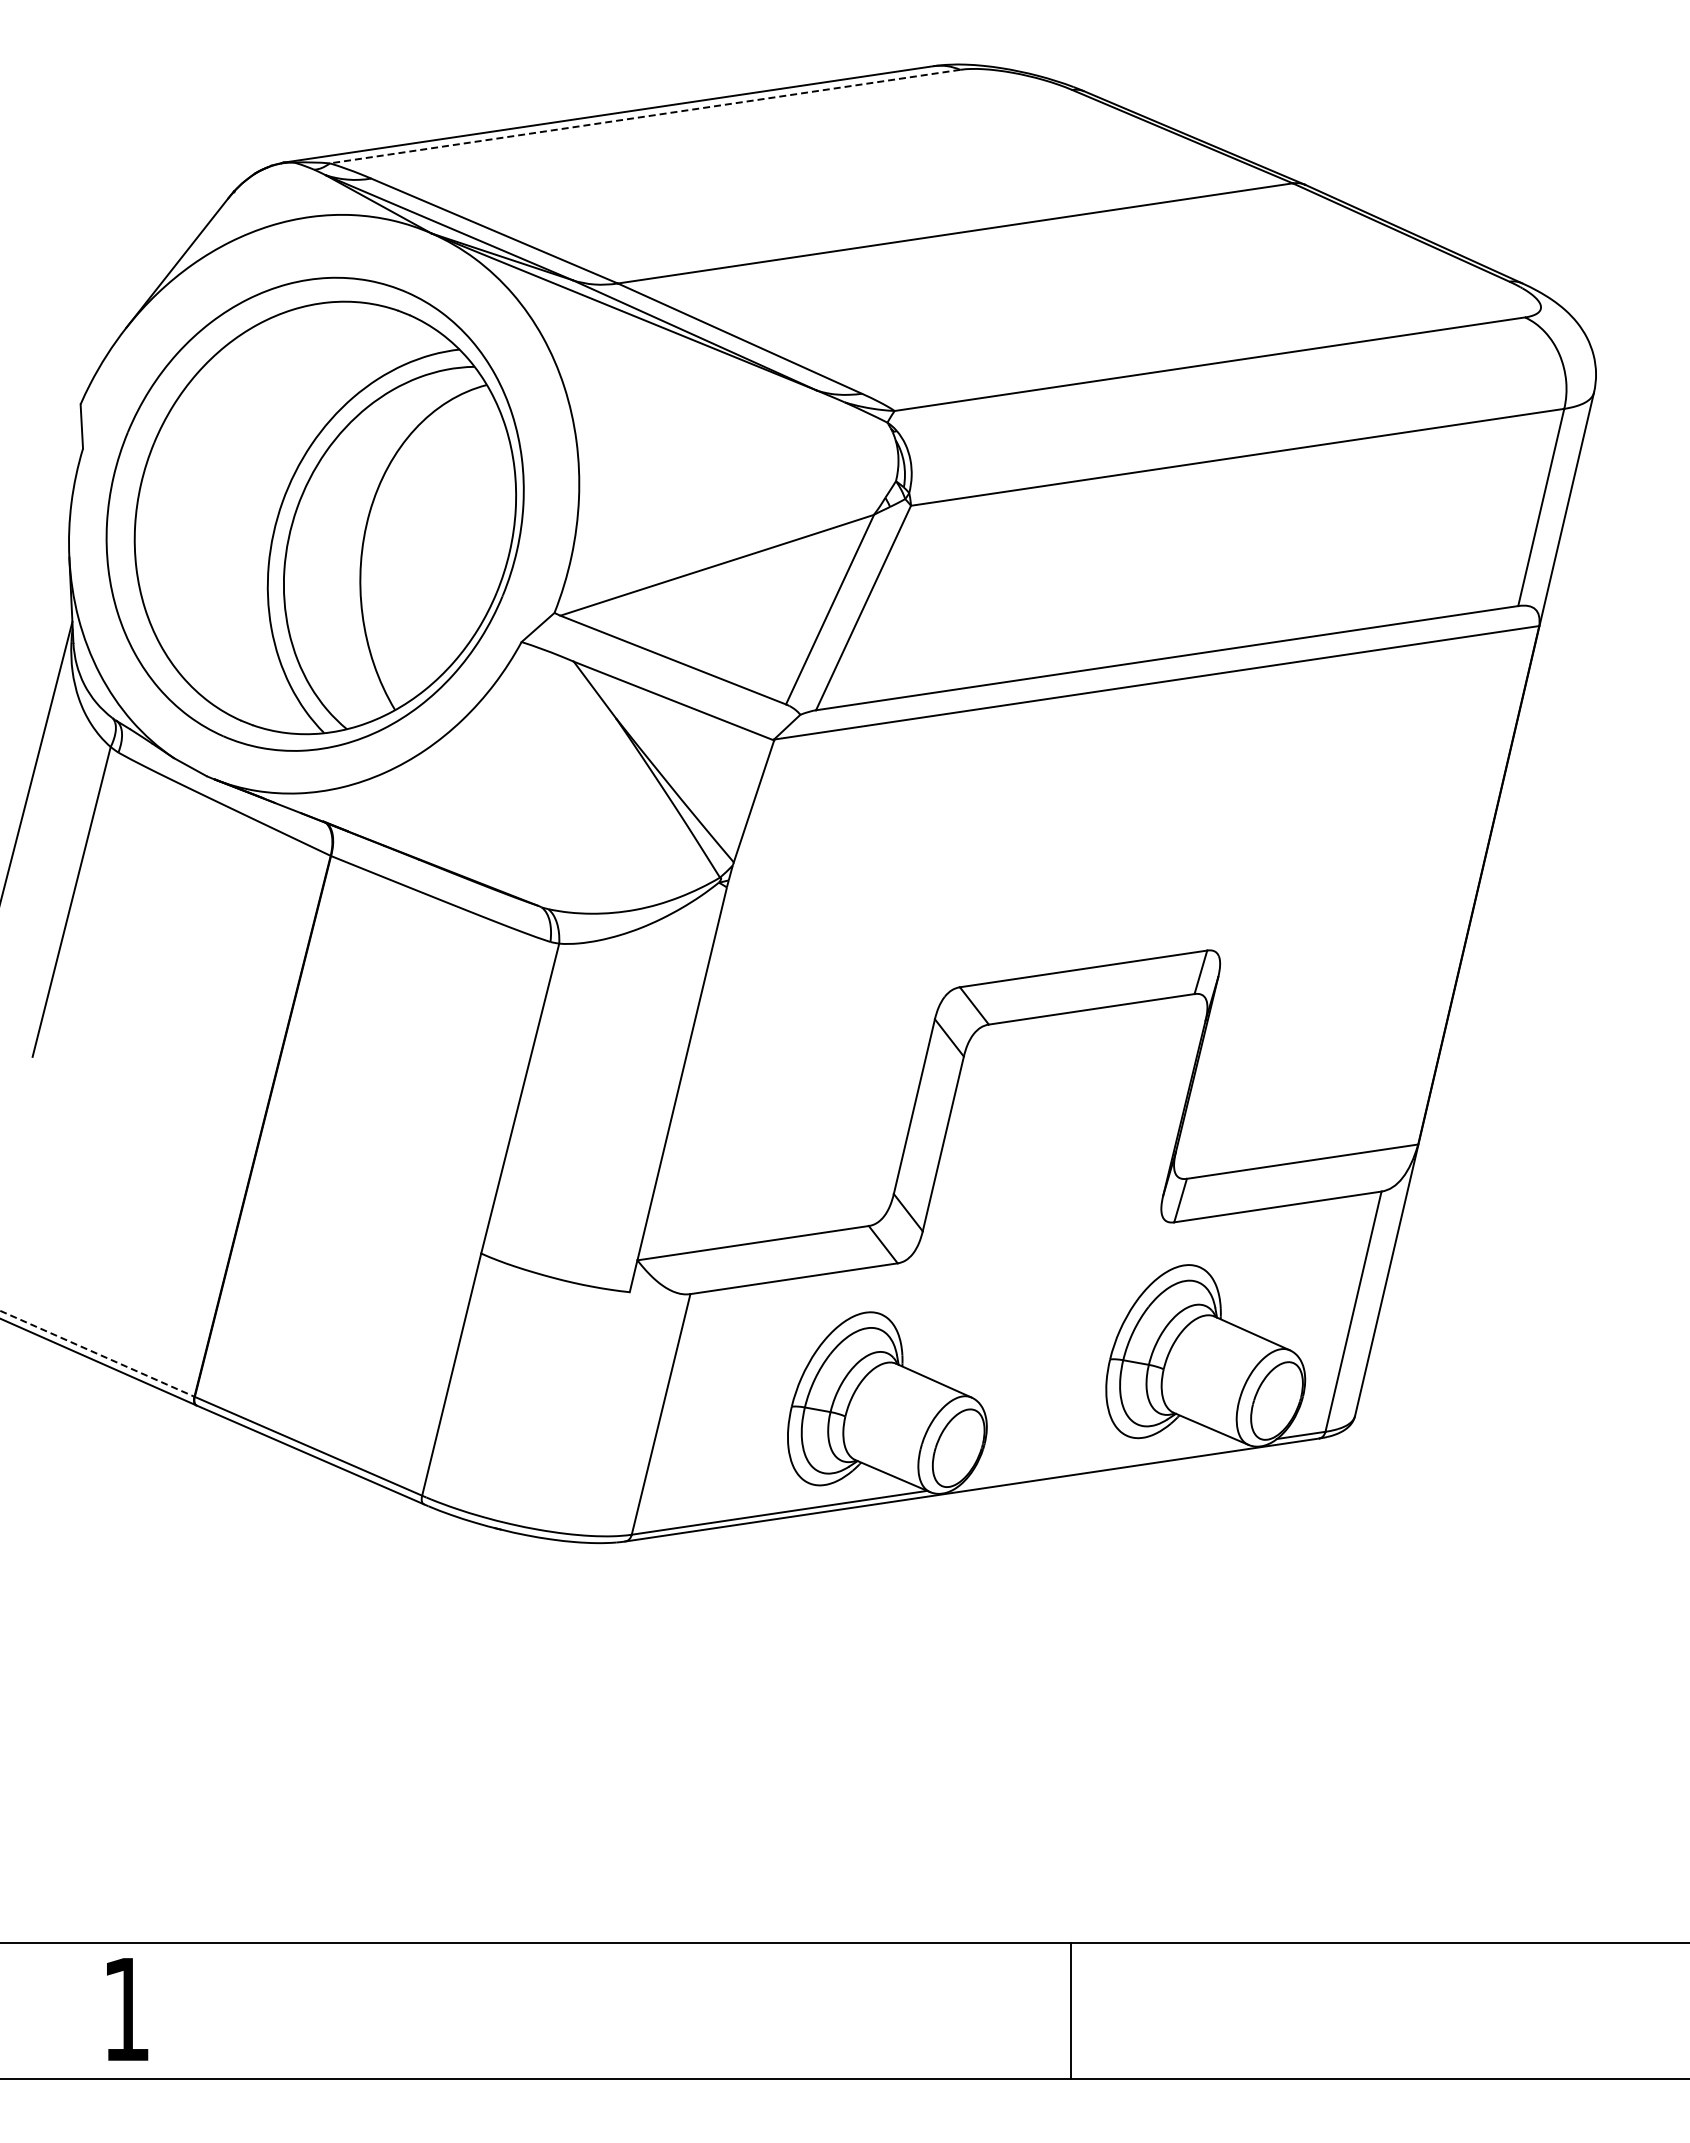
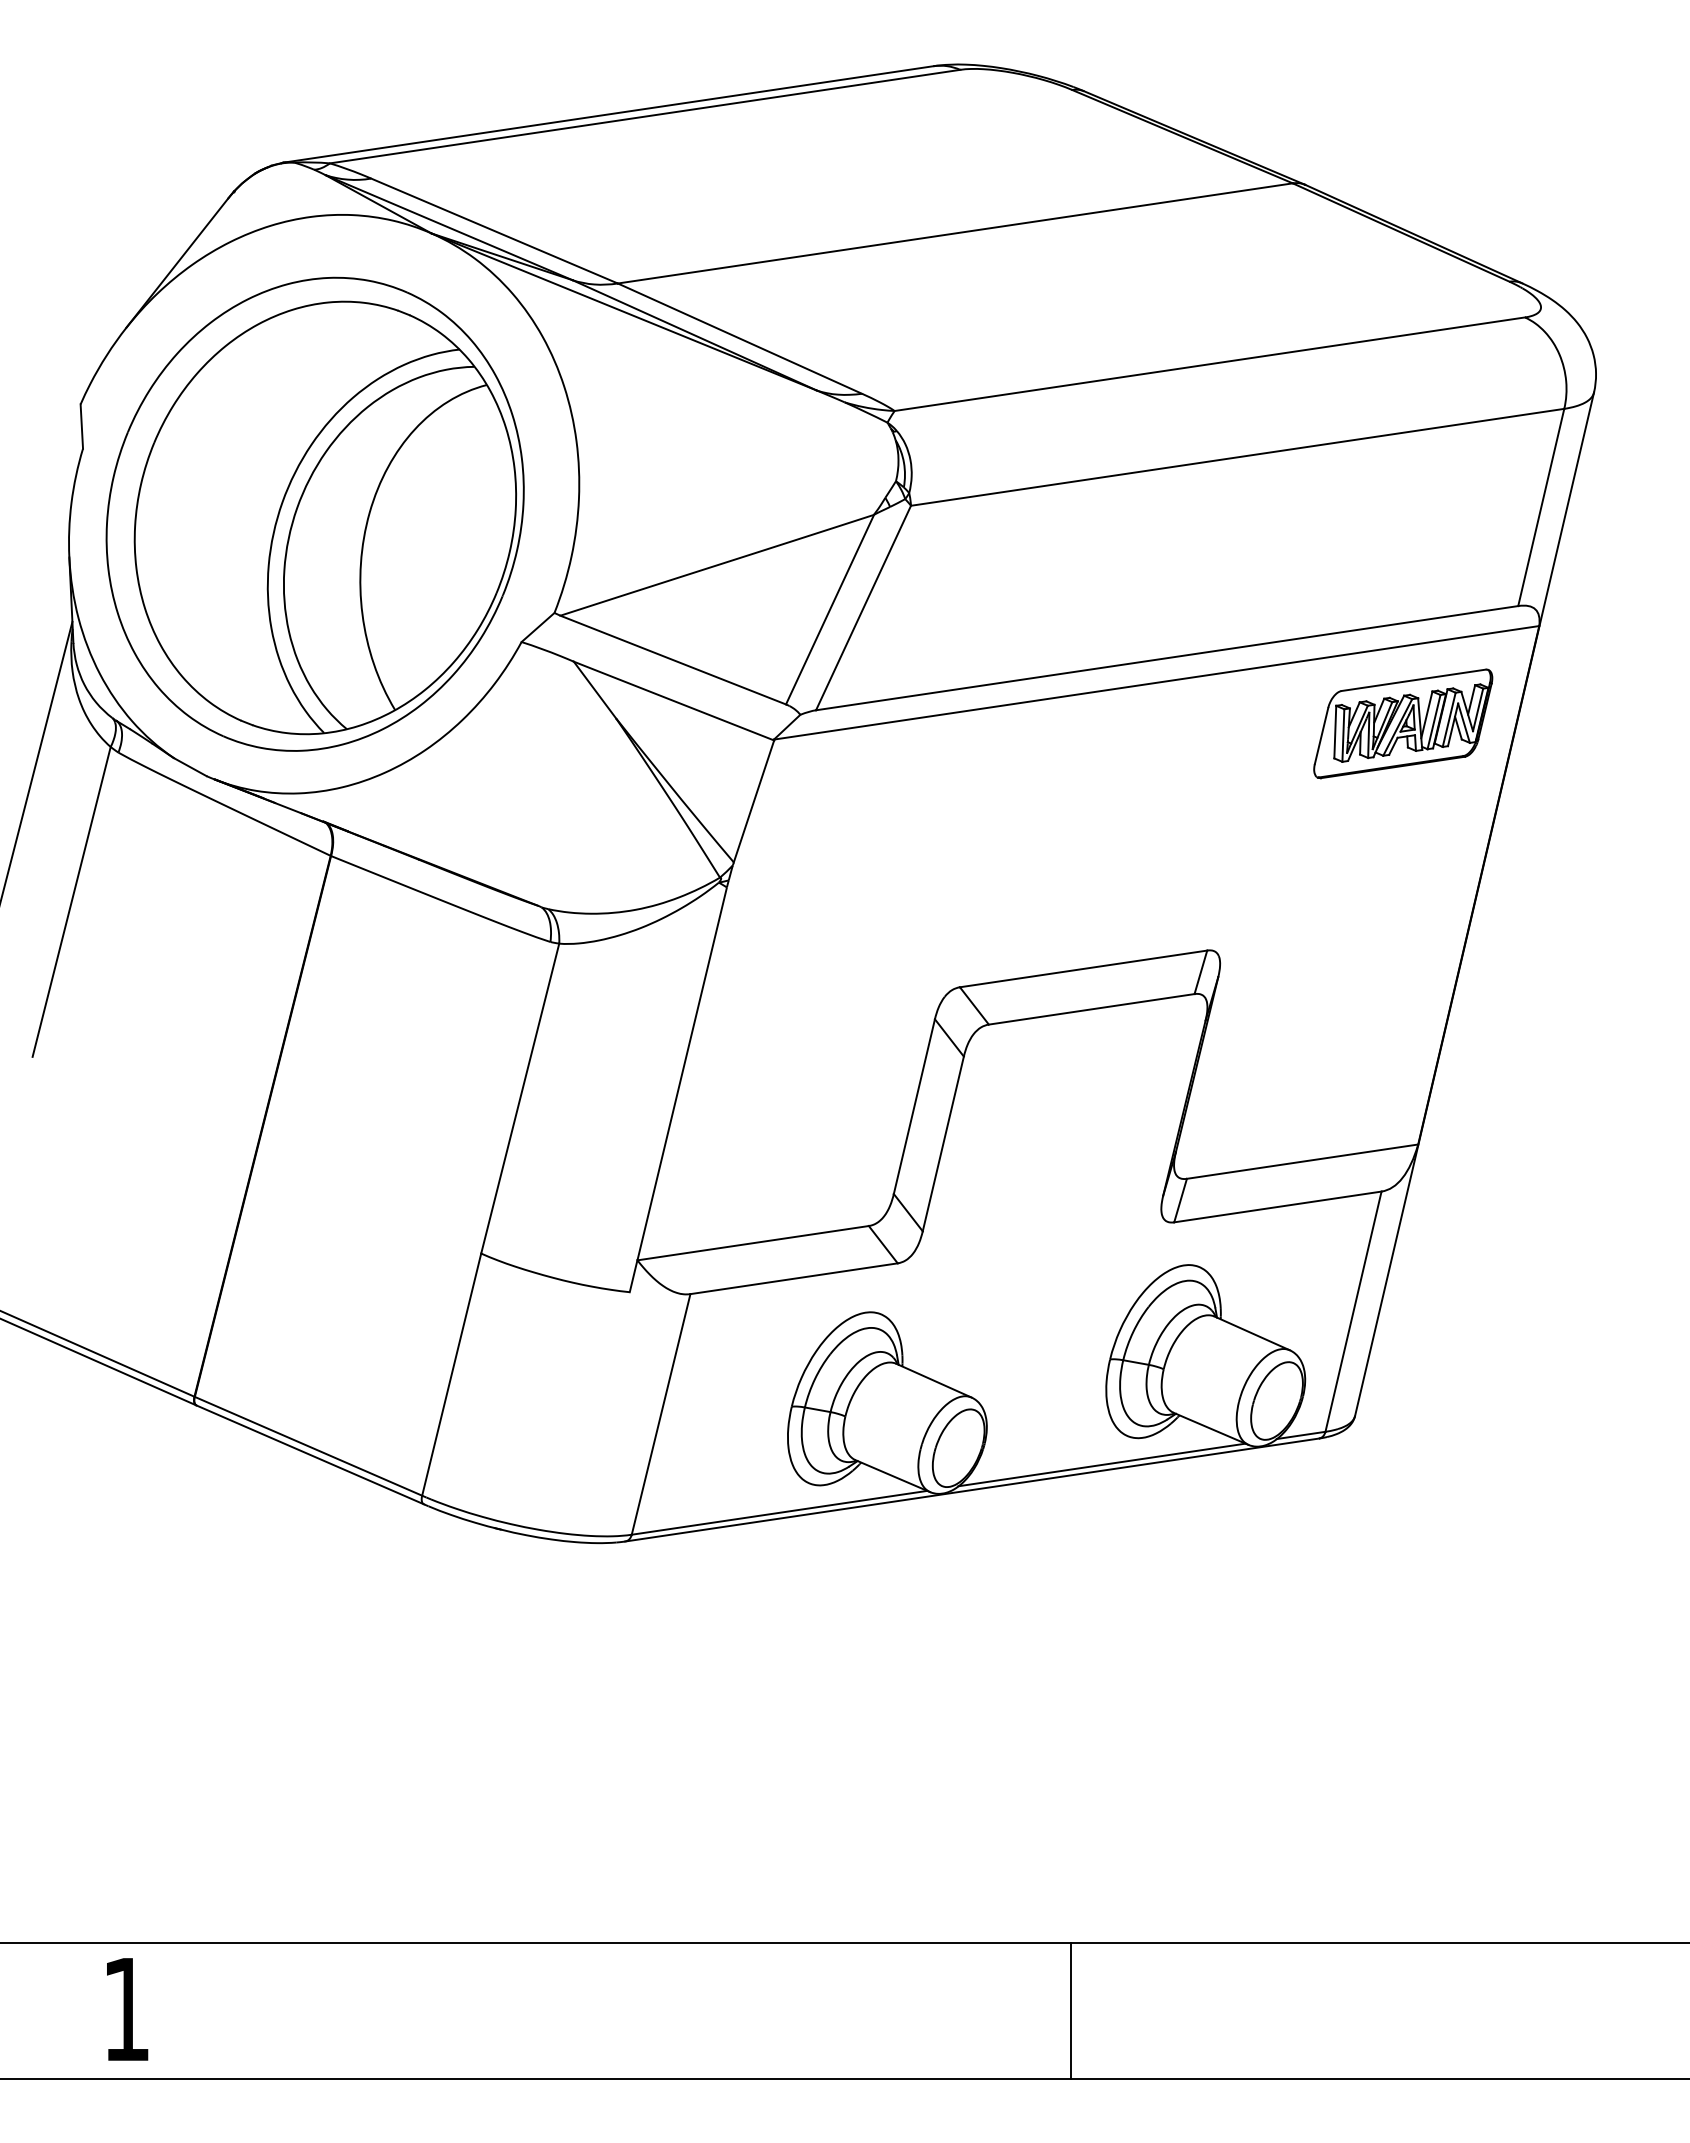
line at (645, 116): dashed -> solid
part at (1403, 723): none -> present
line at (97, 1353): dashed -> solid
line at (1101, 1464): none -> present
